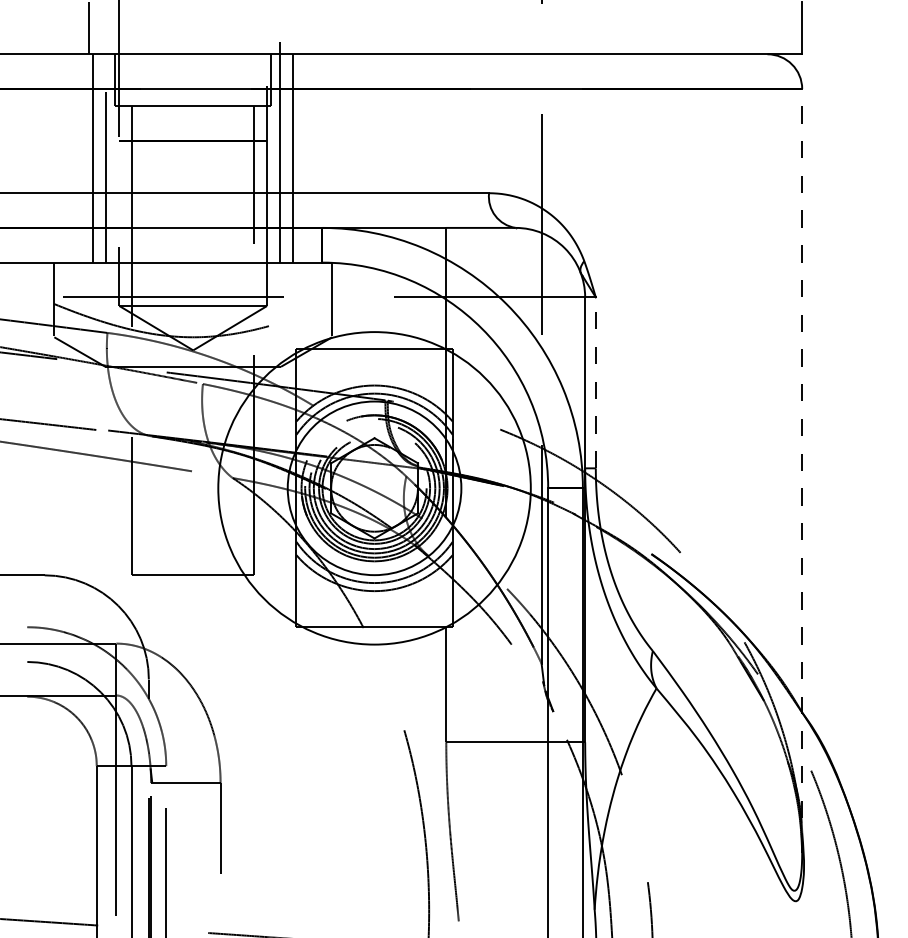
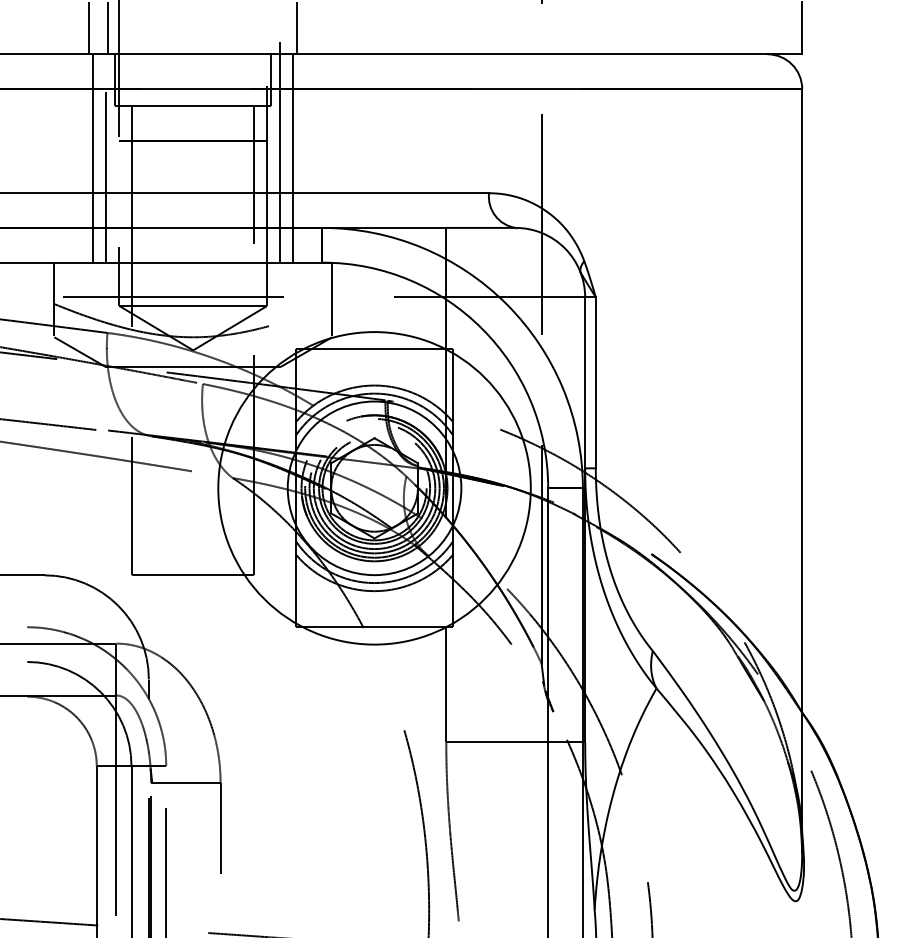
line at (107, 28): none -> present
line at (297, 28): none -> present
line at (595, 382): dashed -> solid
line at (802, 470): dashed -> solid
